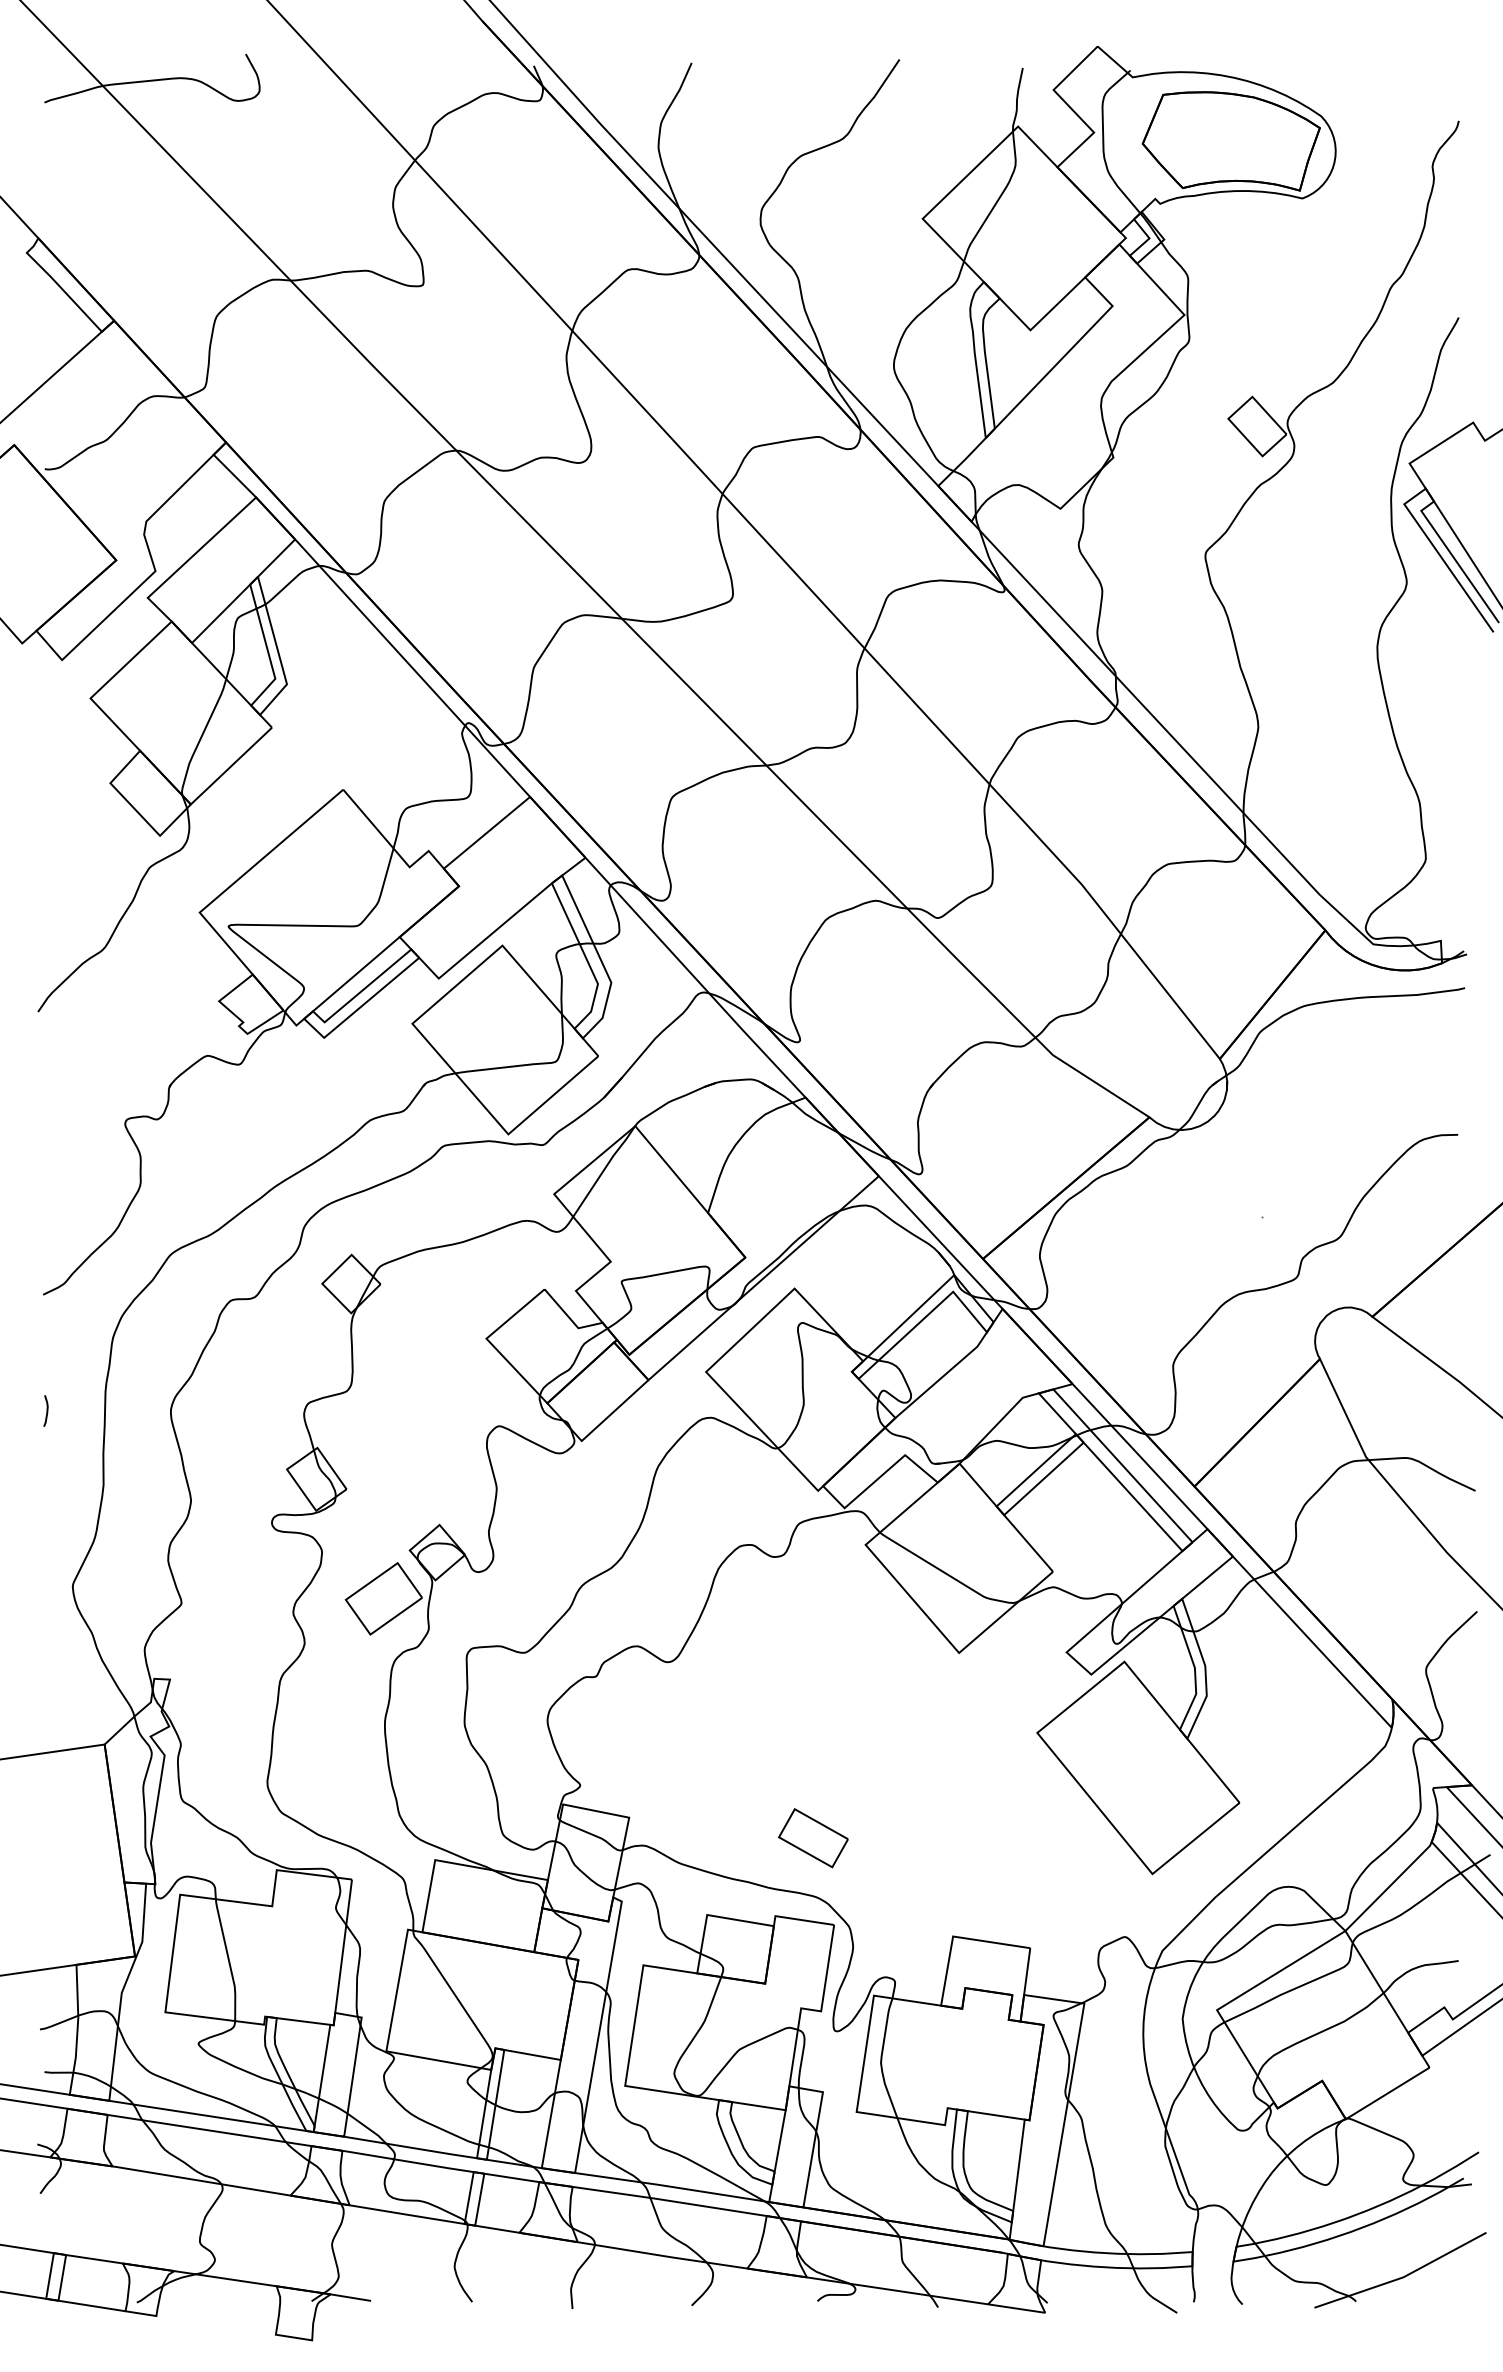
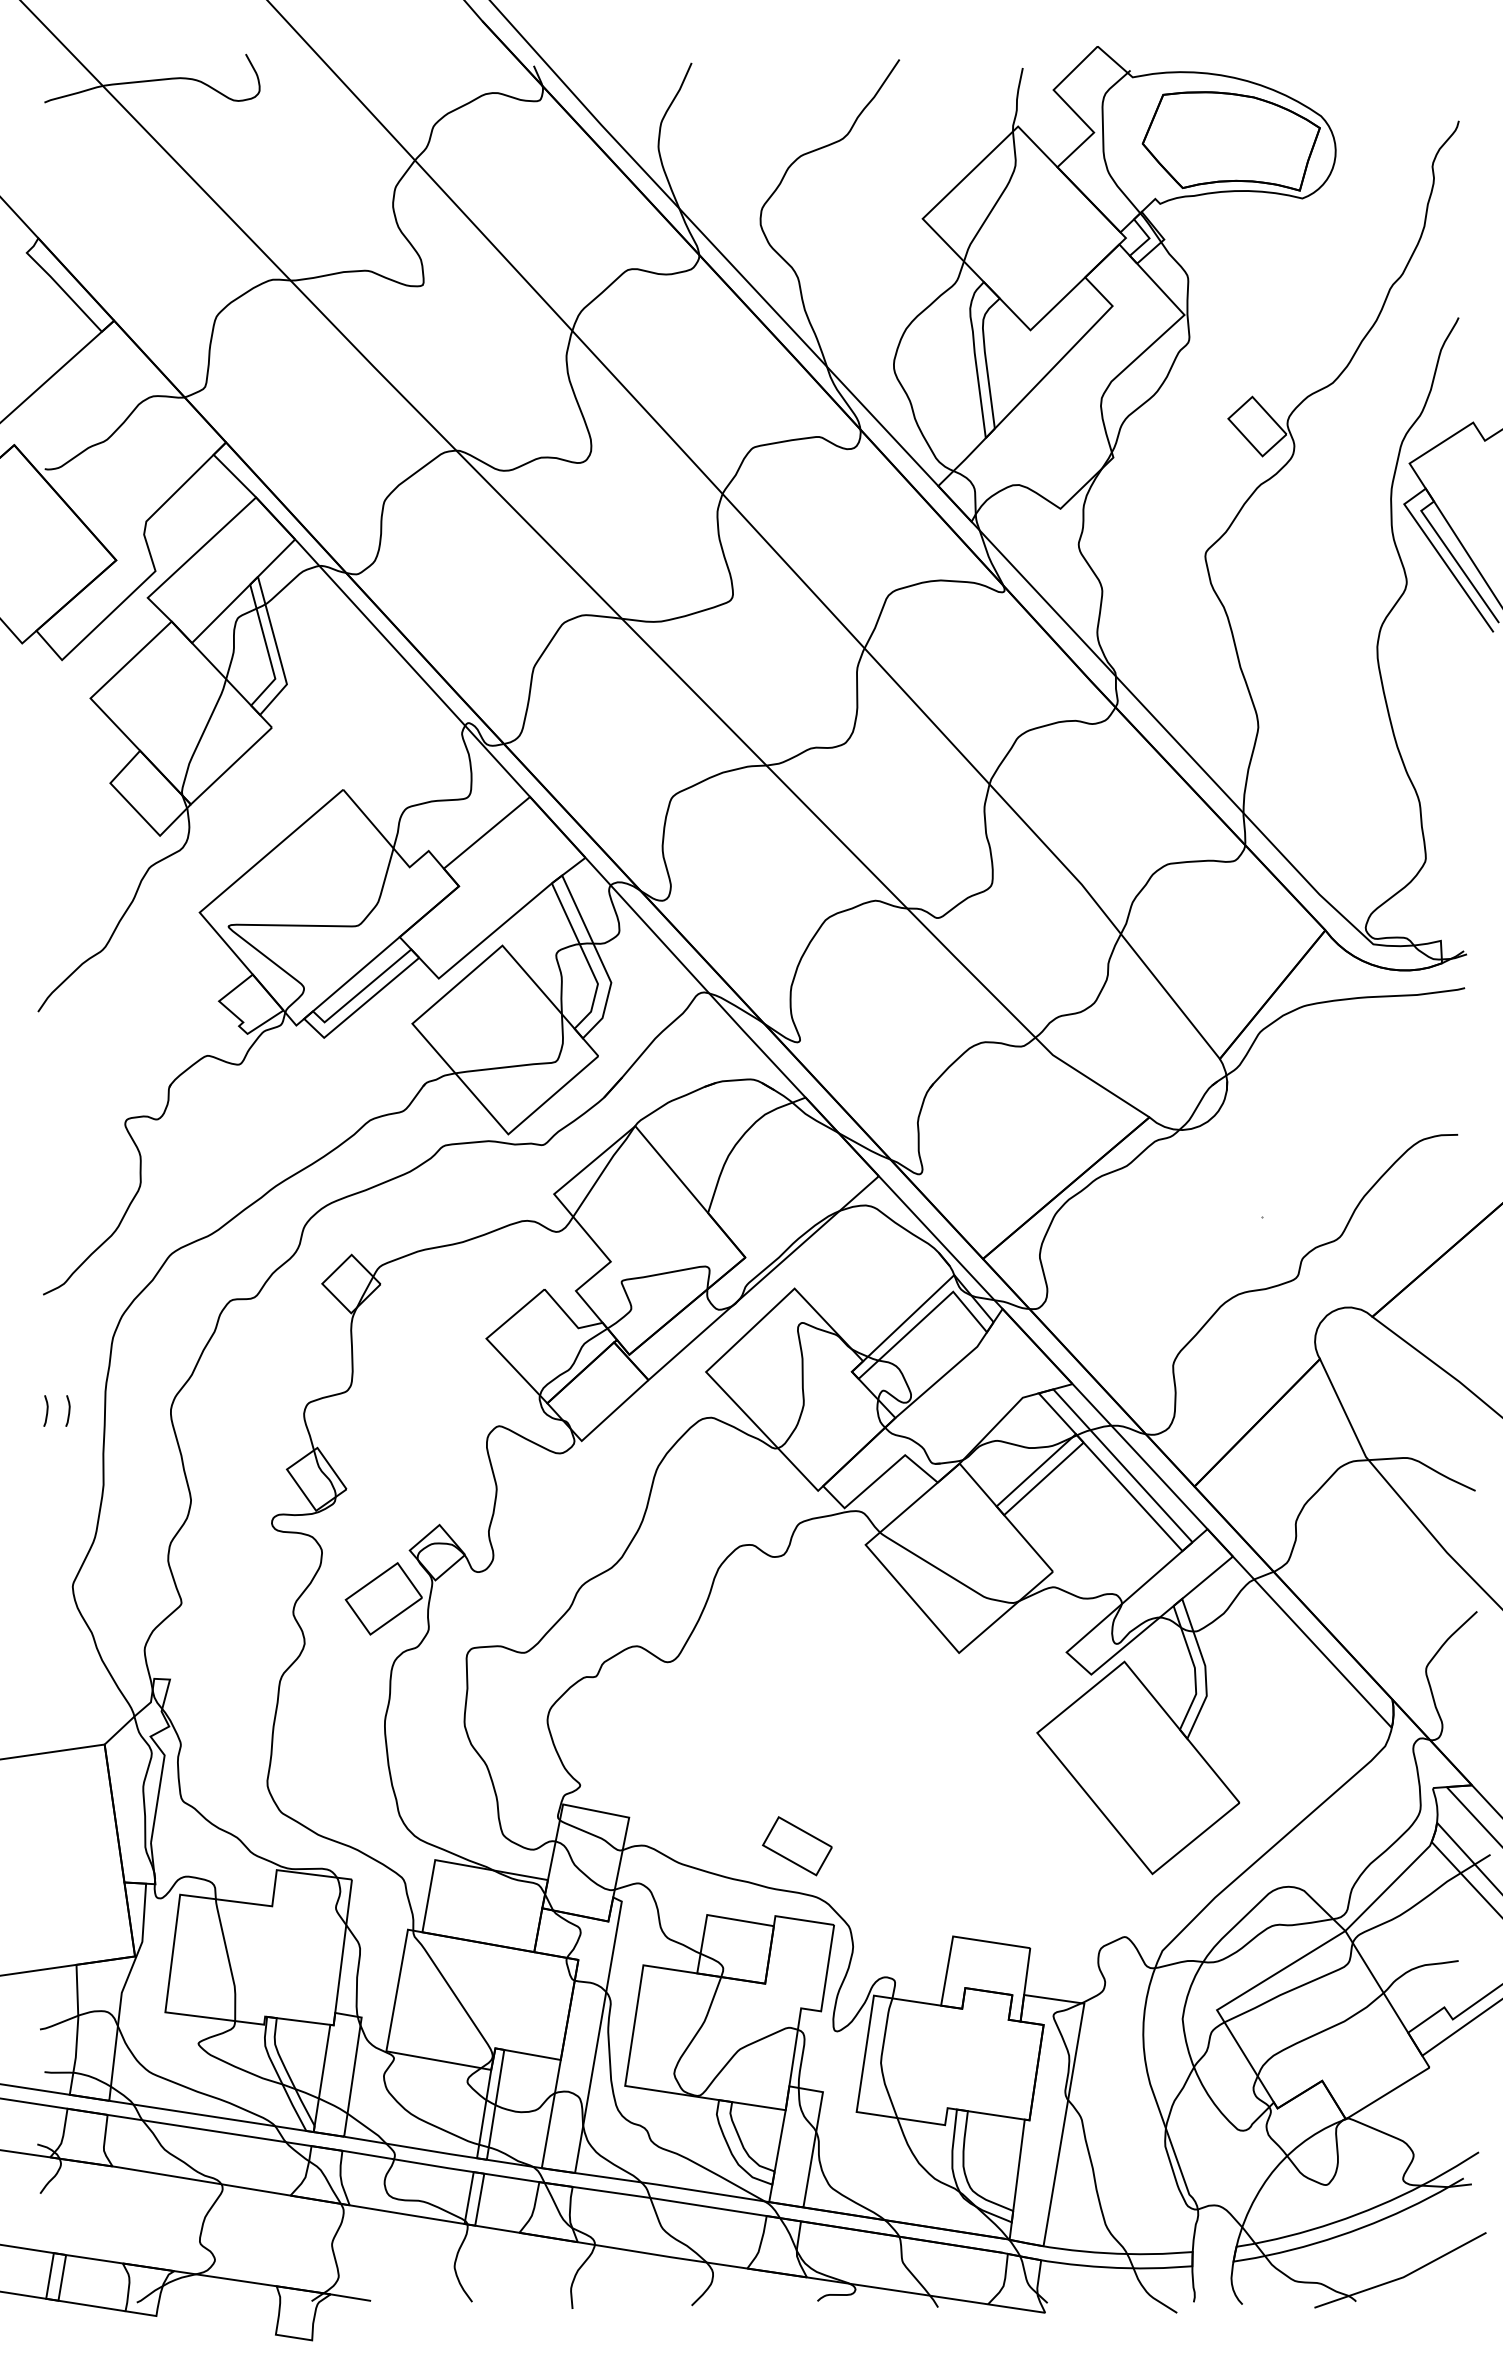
curve at (68, 1410): none -> present
part at (813, 1838) position: (813, 1838) -> (797, 1846)
